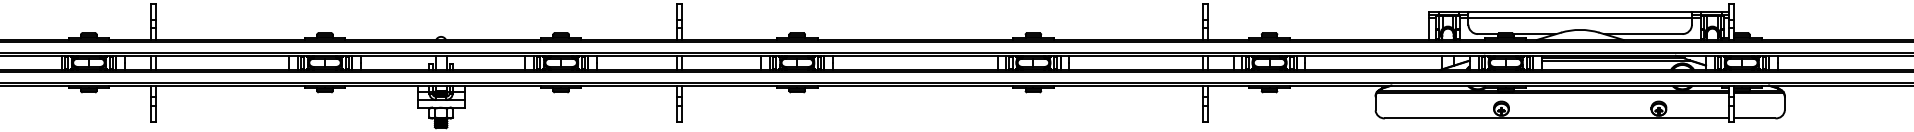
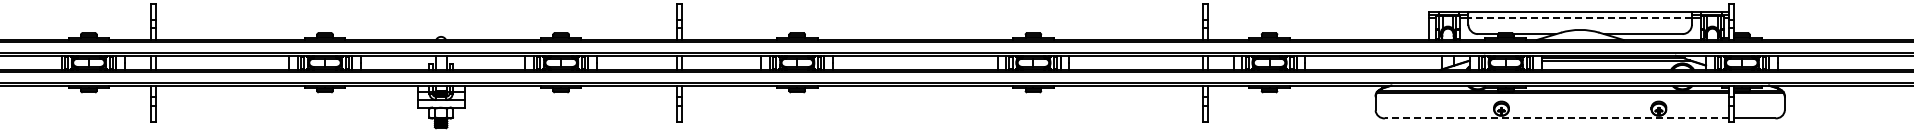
line at (1580, 18): solid -> dashed
line at (1556, 118): solid -> dashed
